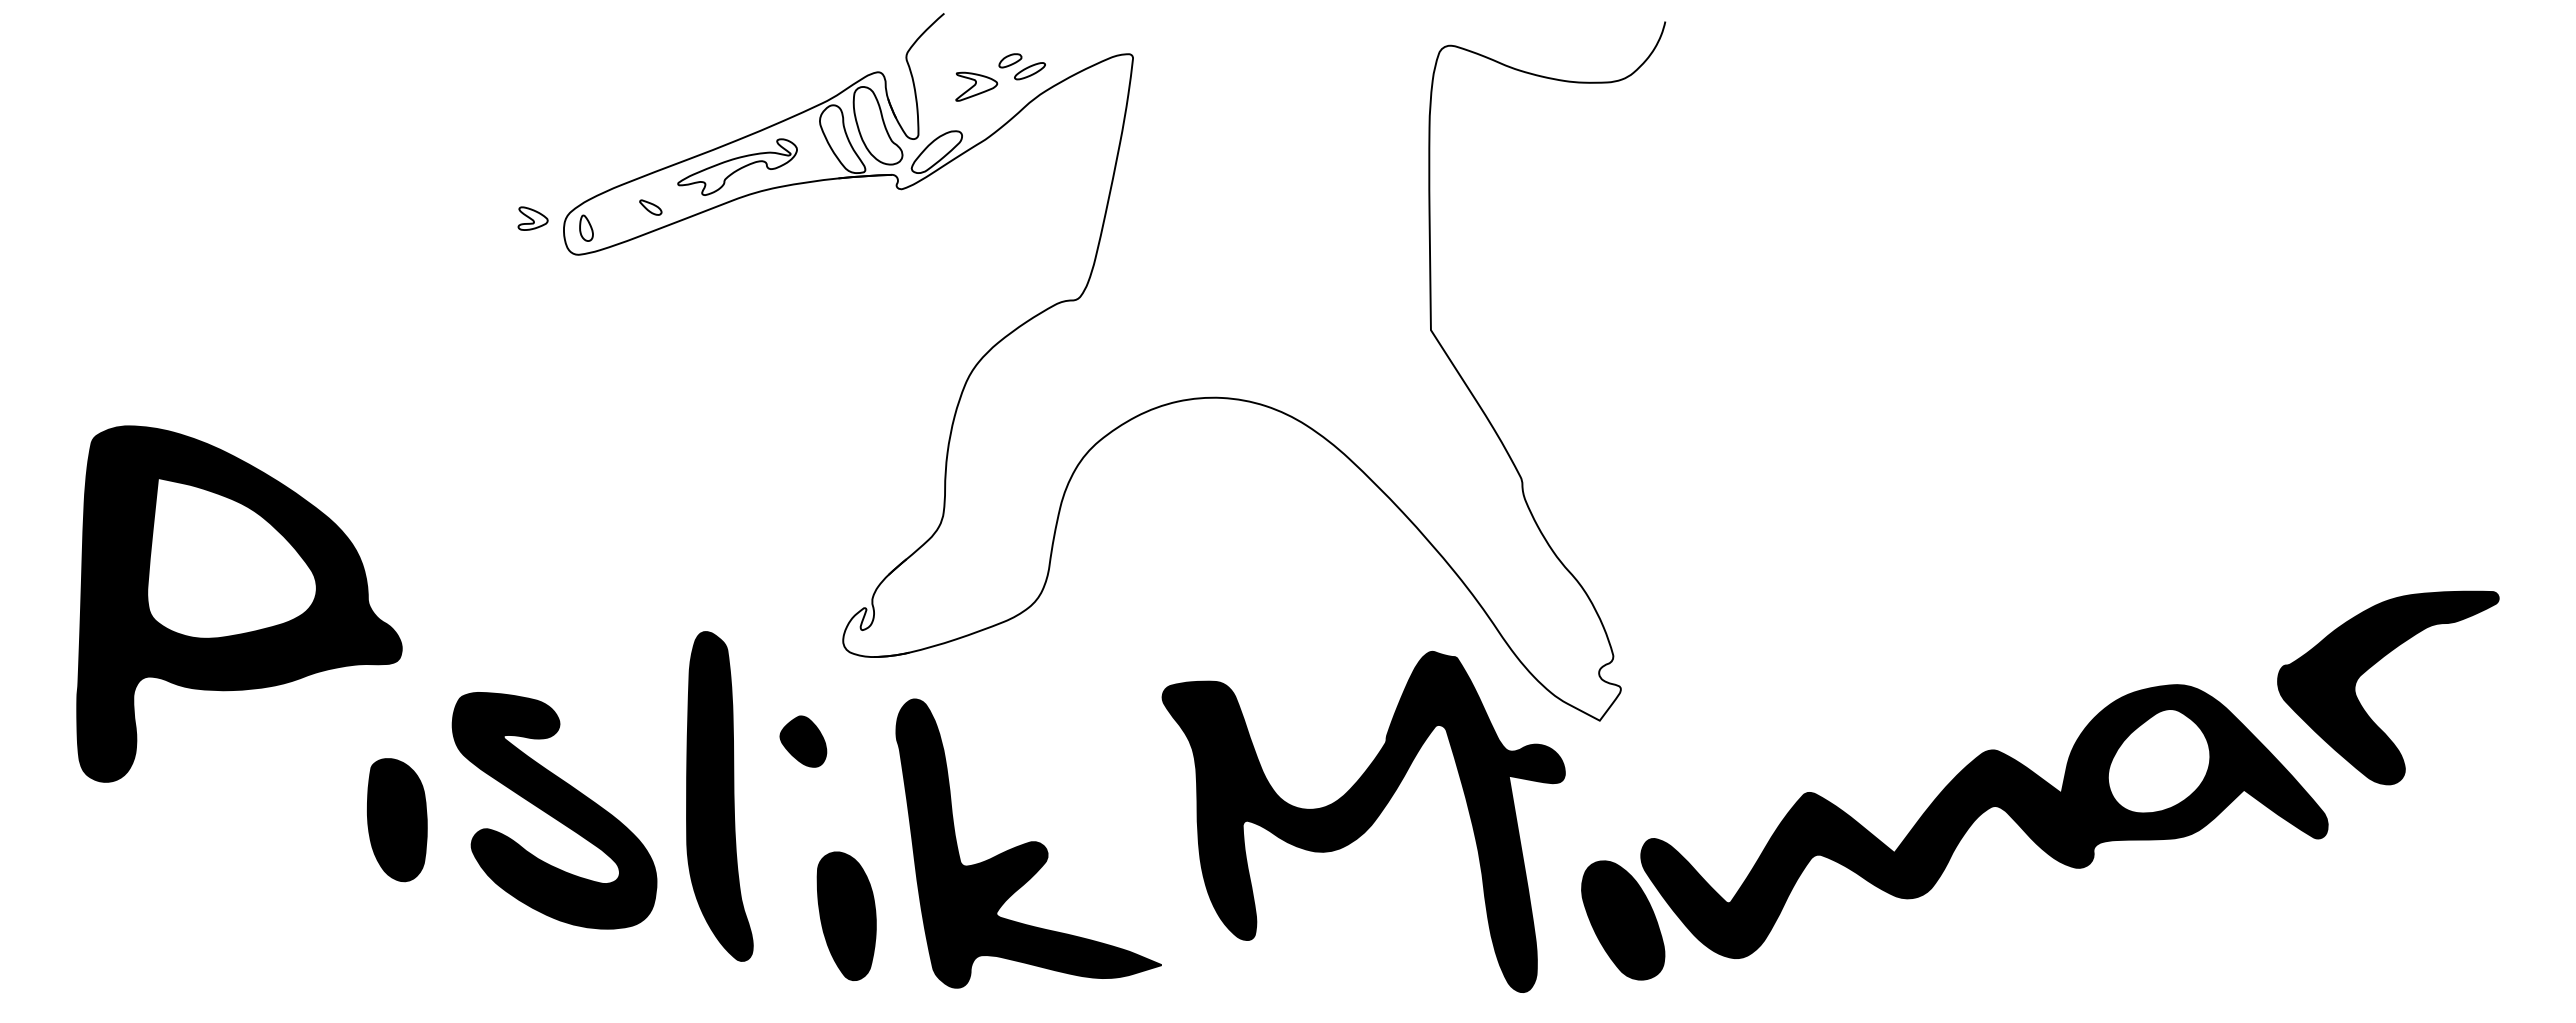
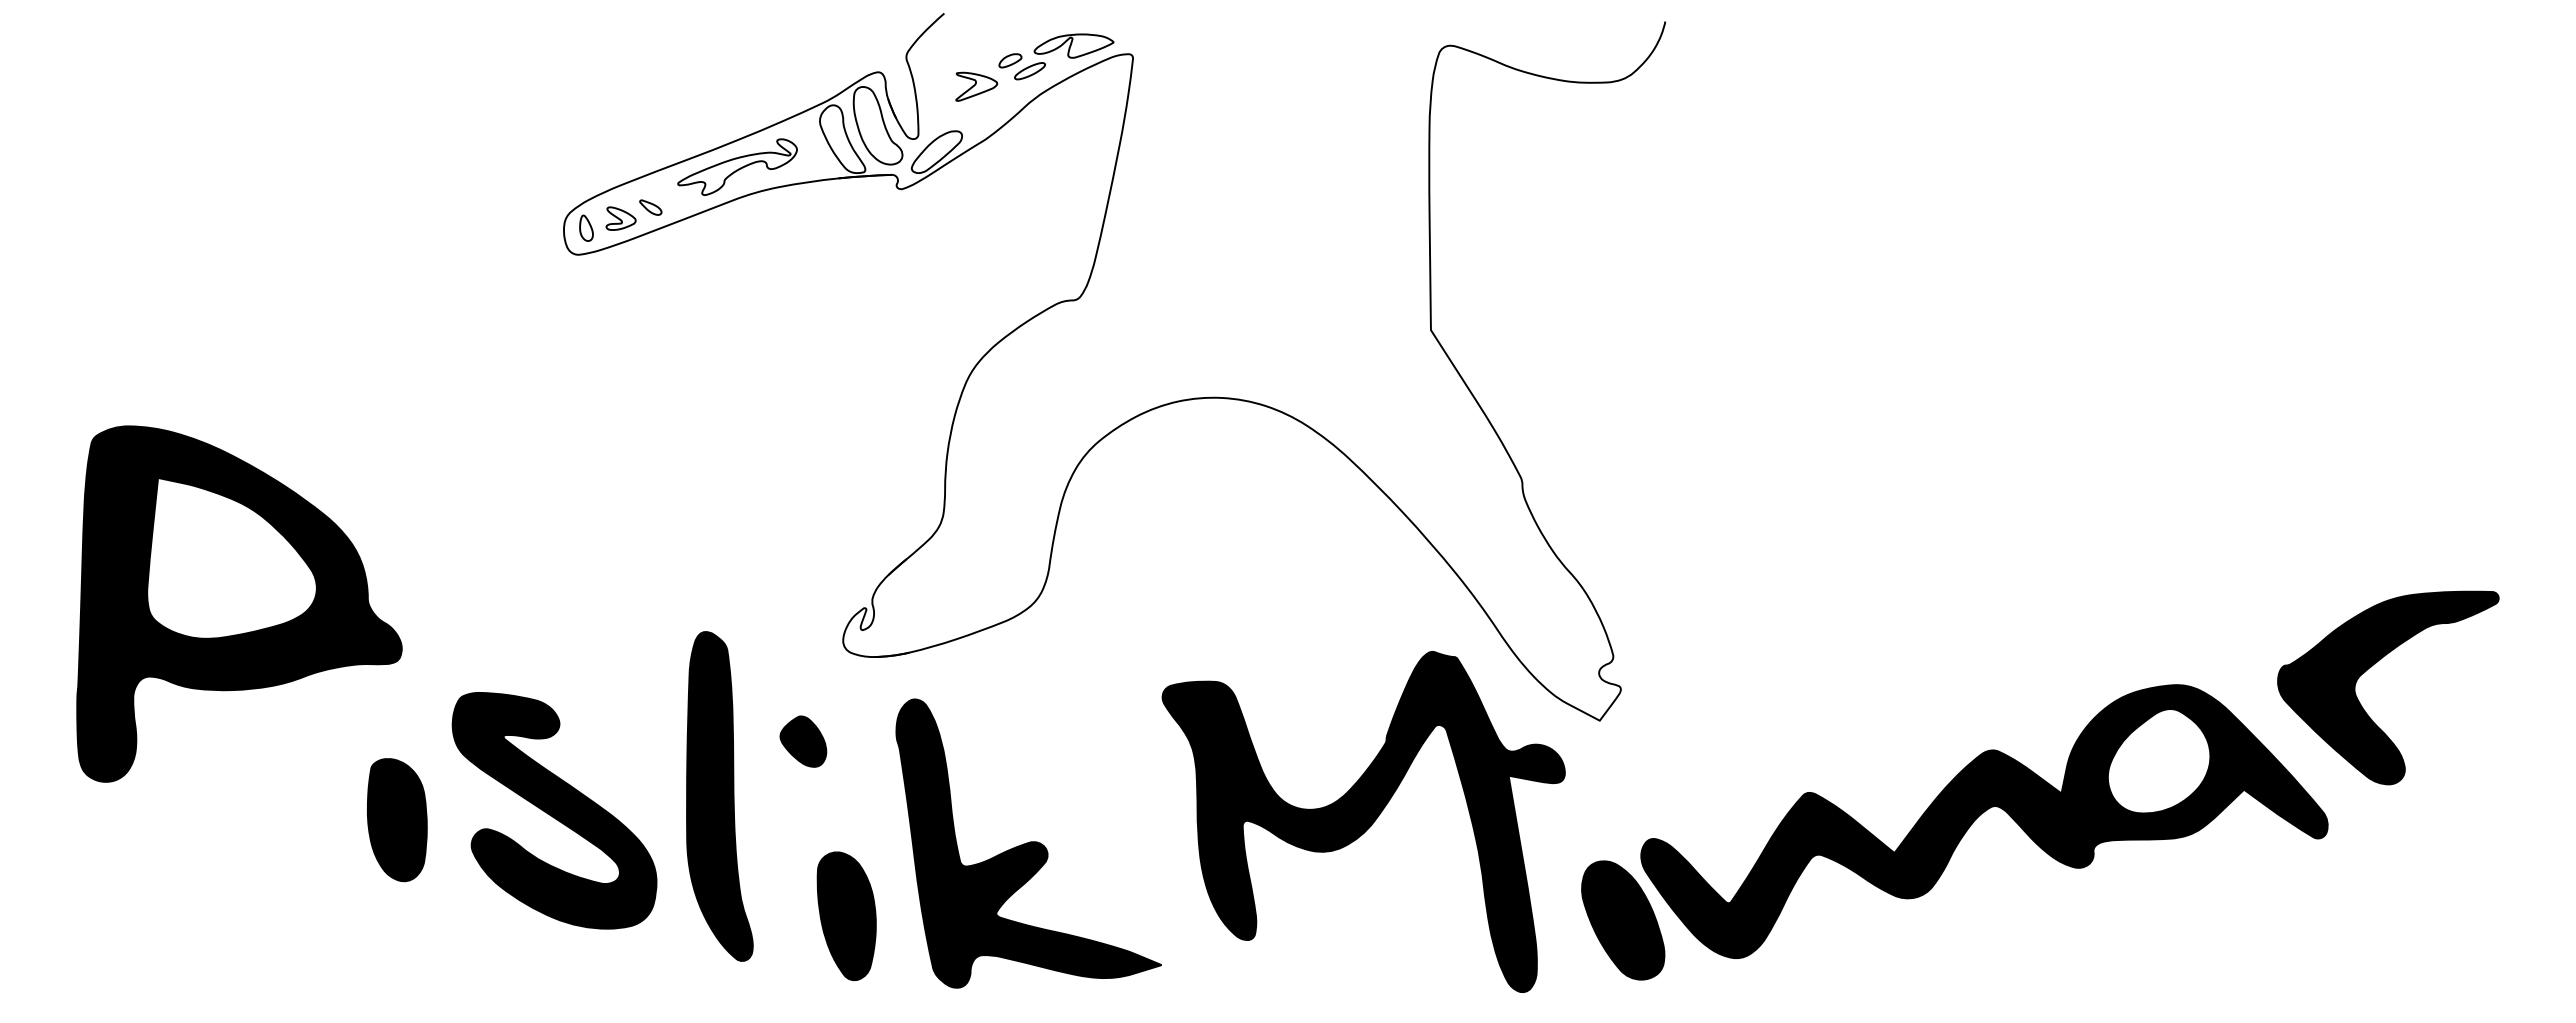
part at (1073, 45): none -> present
part at (532, 218) position: (532, 218) -> (620, 218)
